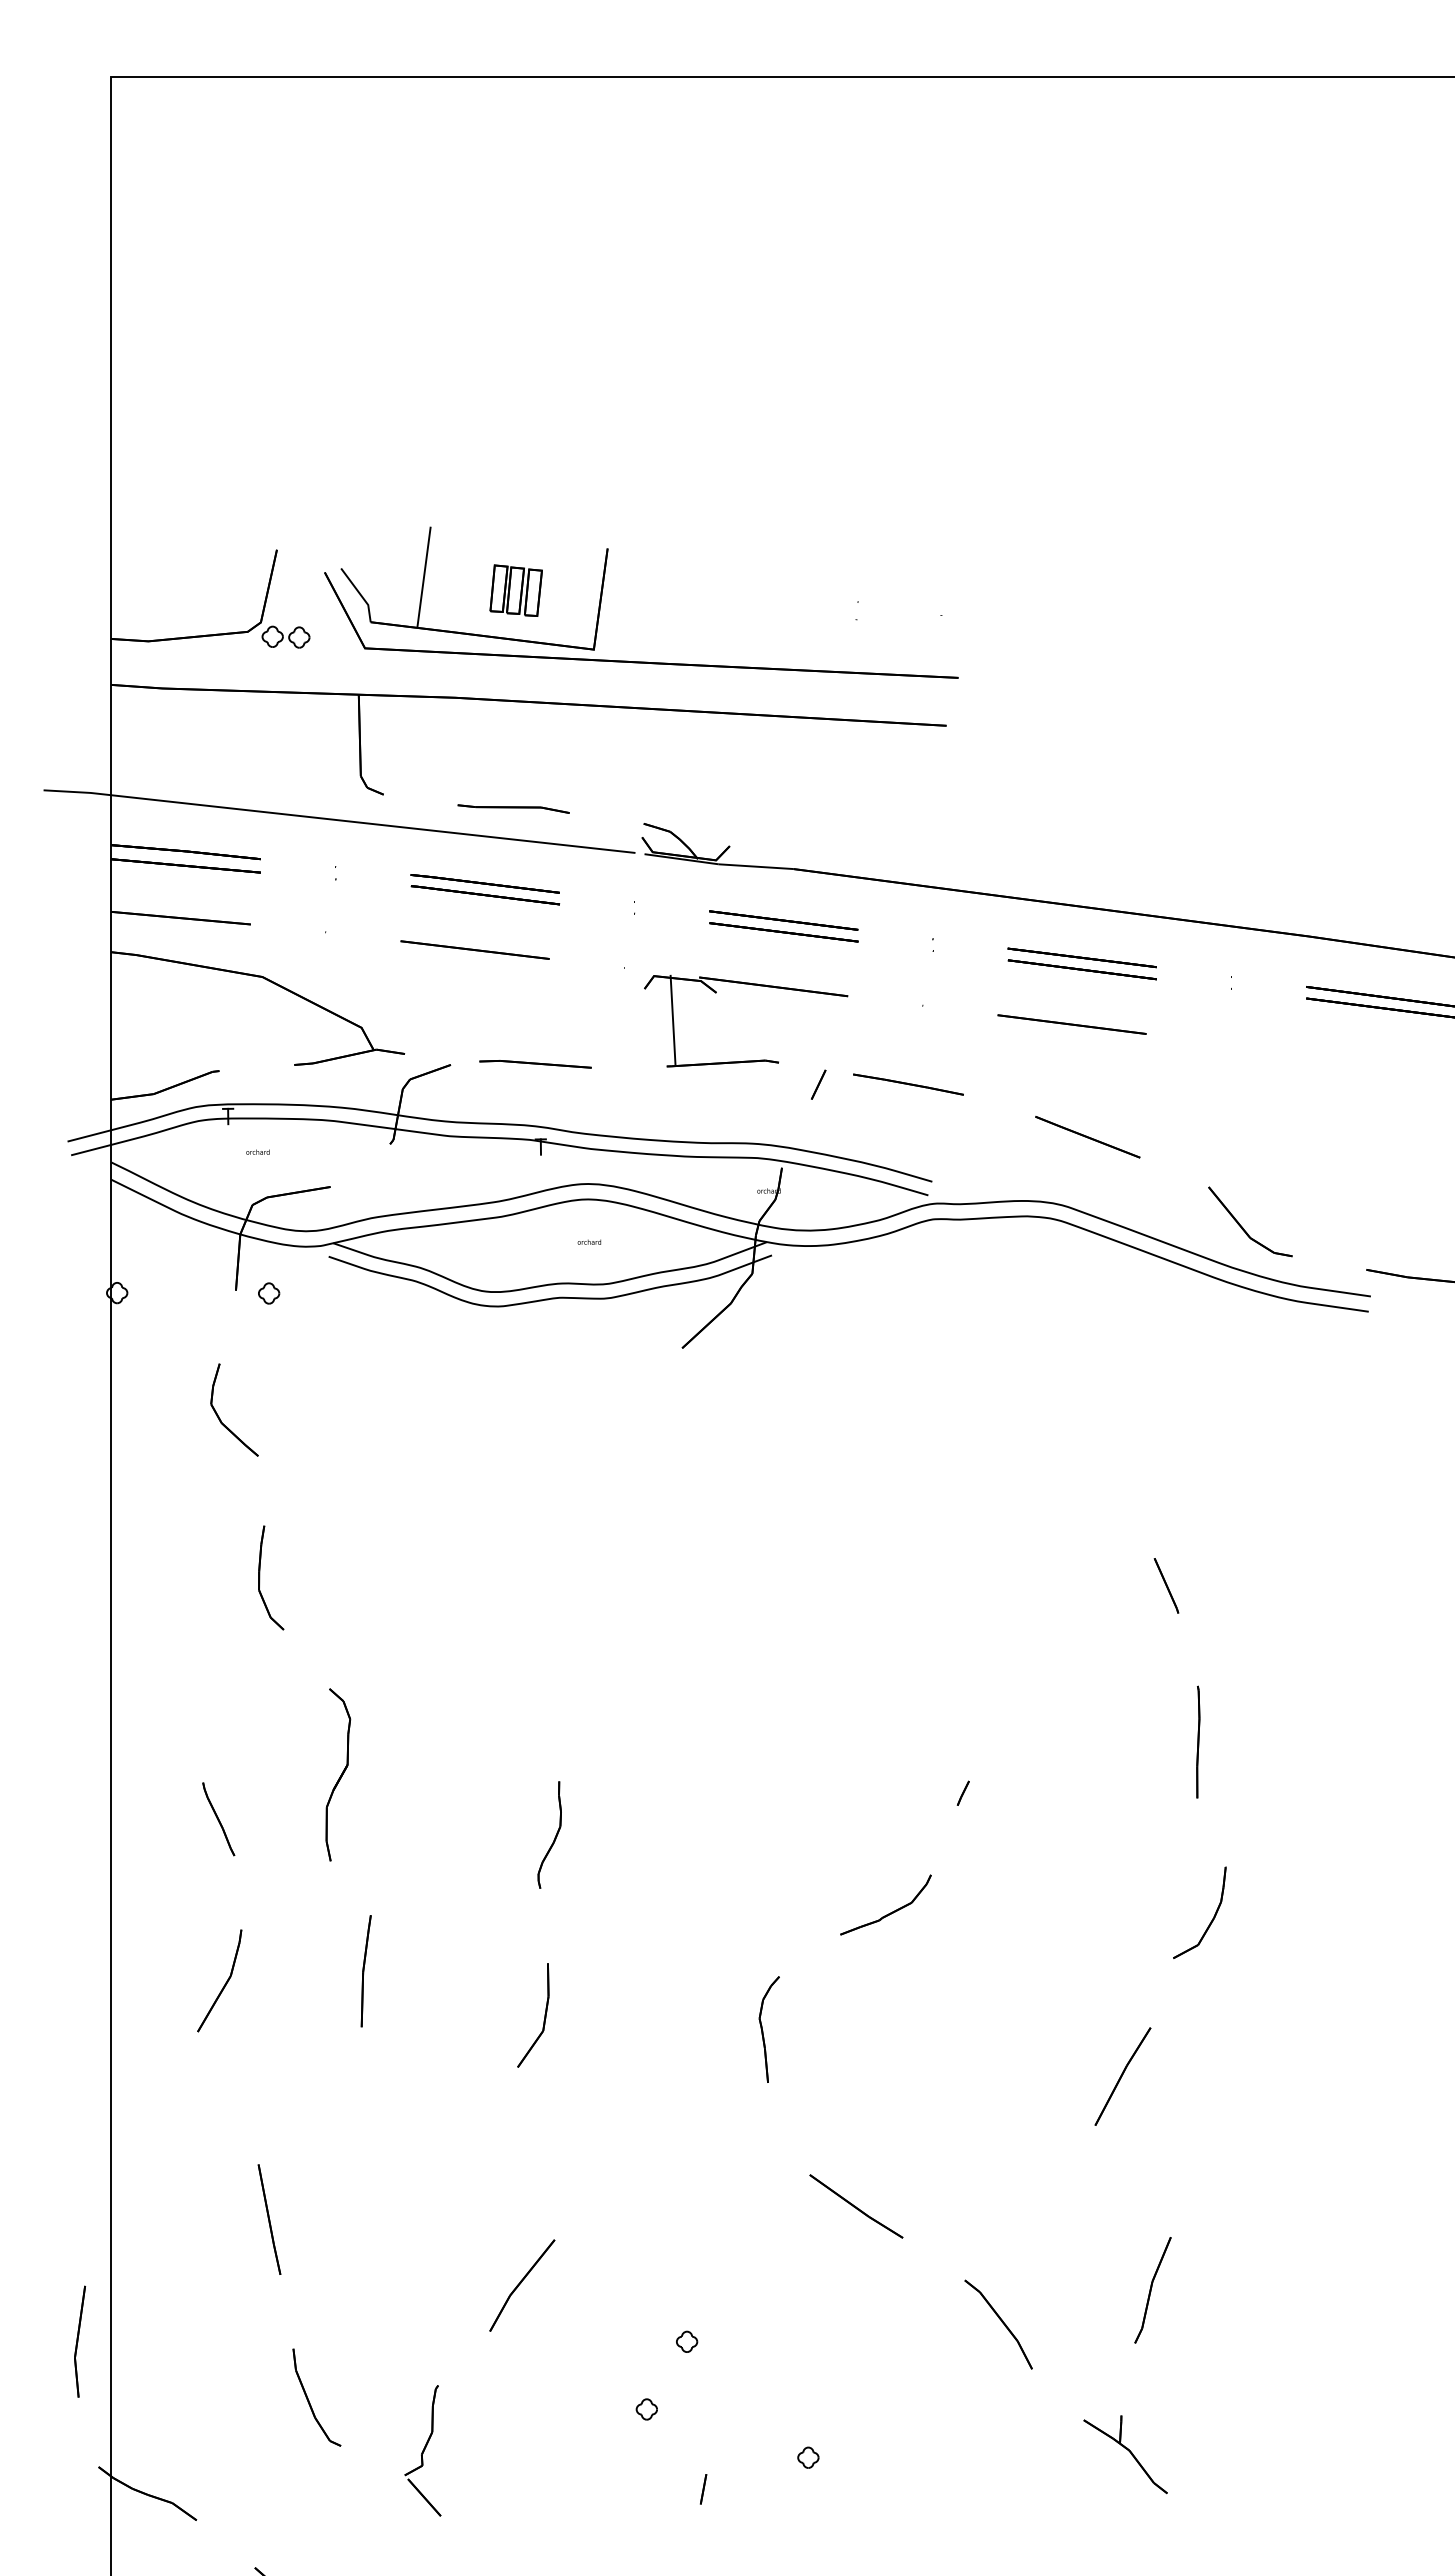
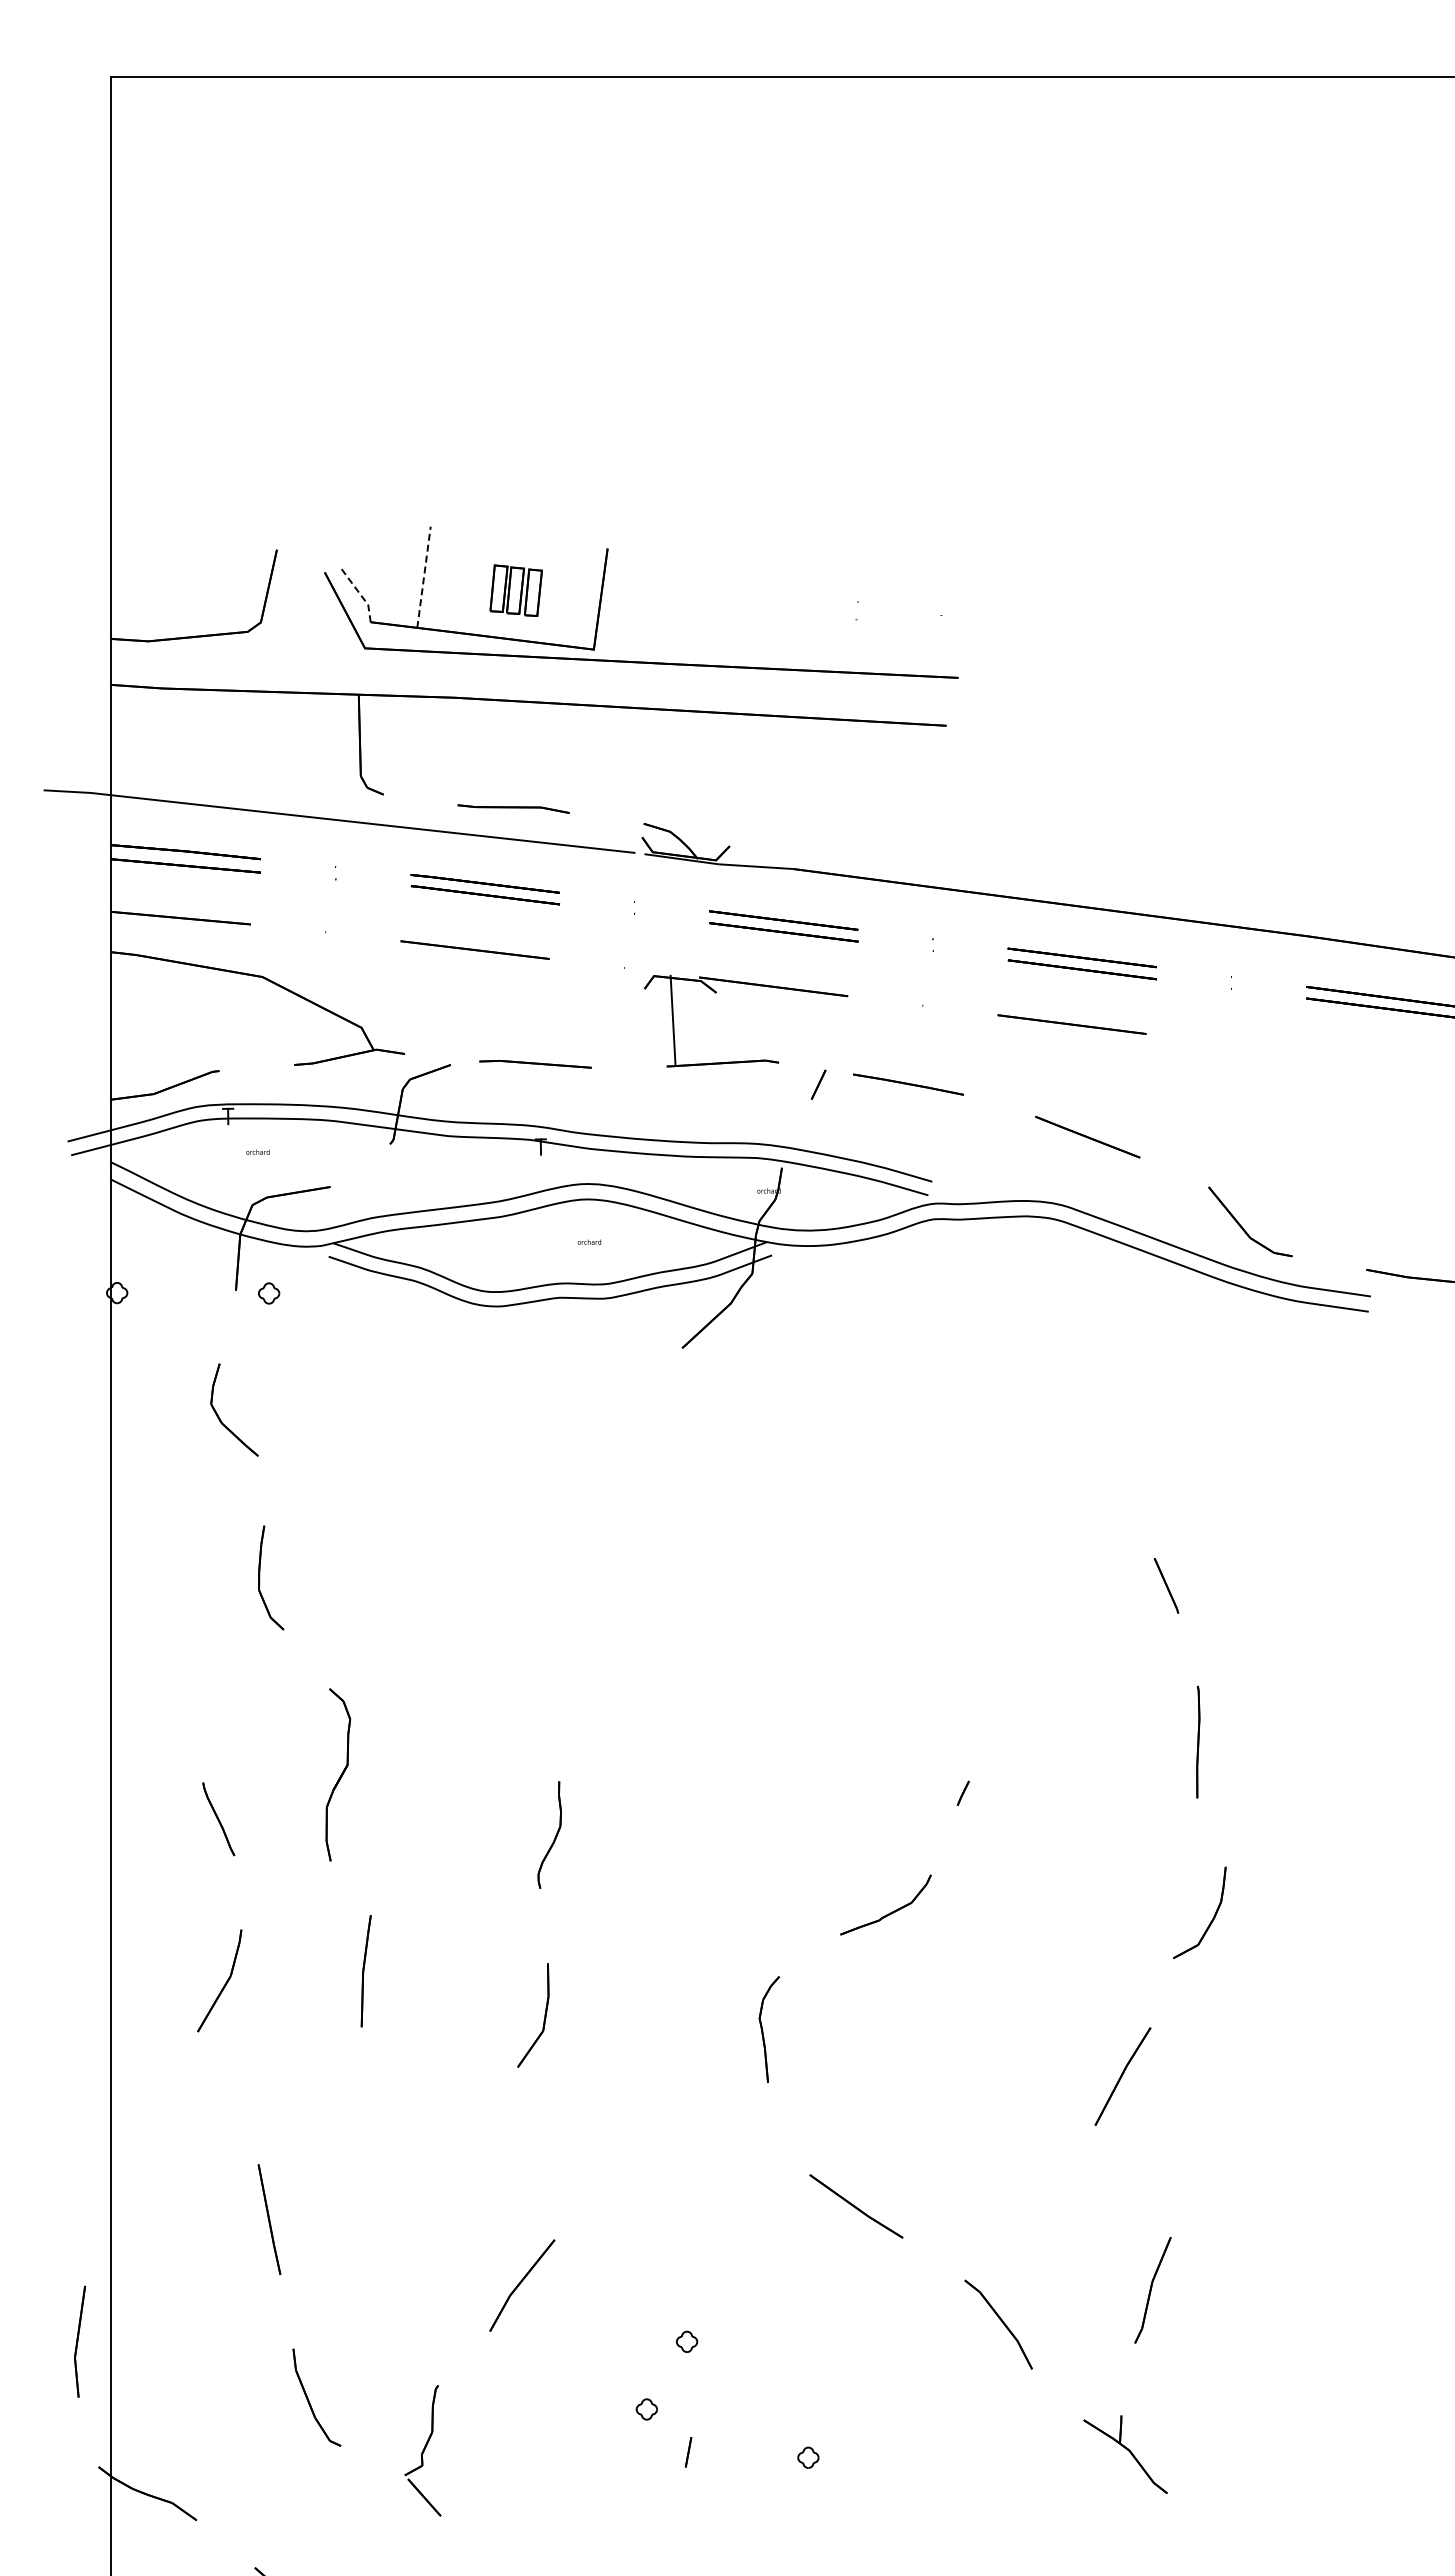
line at (424, 576): solid -> dashed
line at (360, 593): solid -> dashed
part at (285, 636): present -> none
line at (703, 2489) position: (703, 2489) -> (688, 2452)
